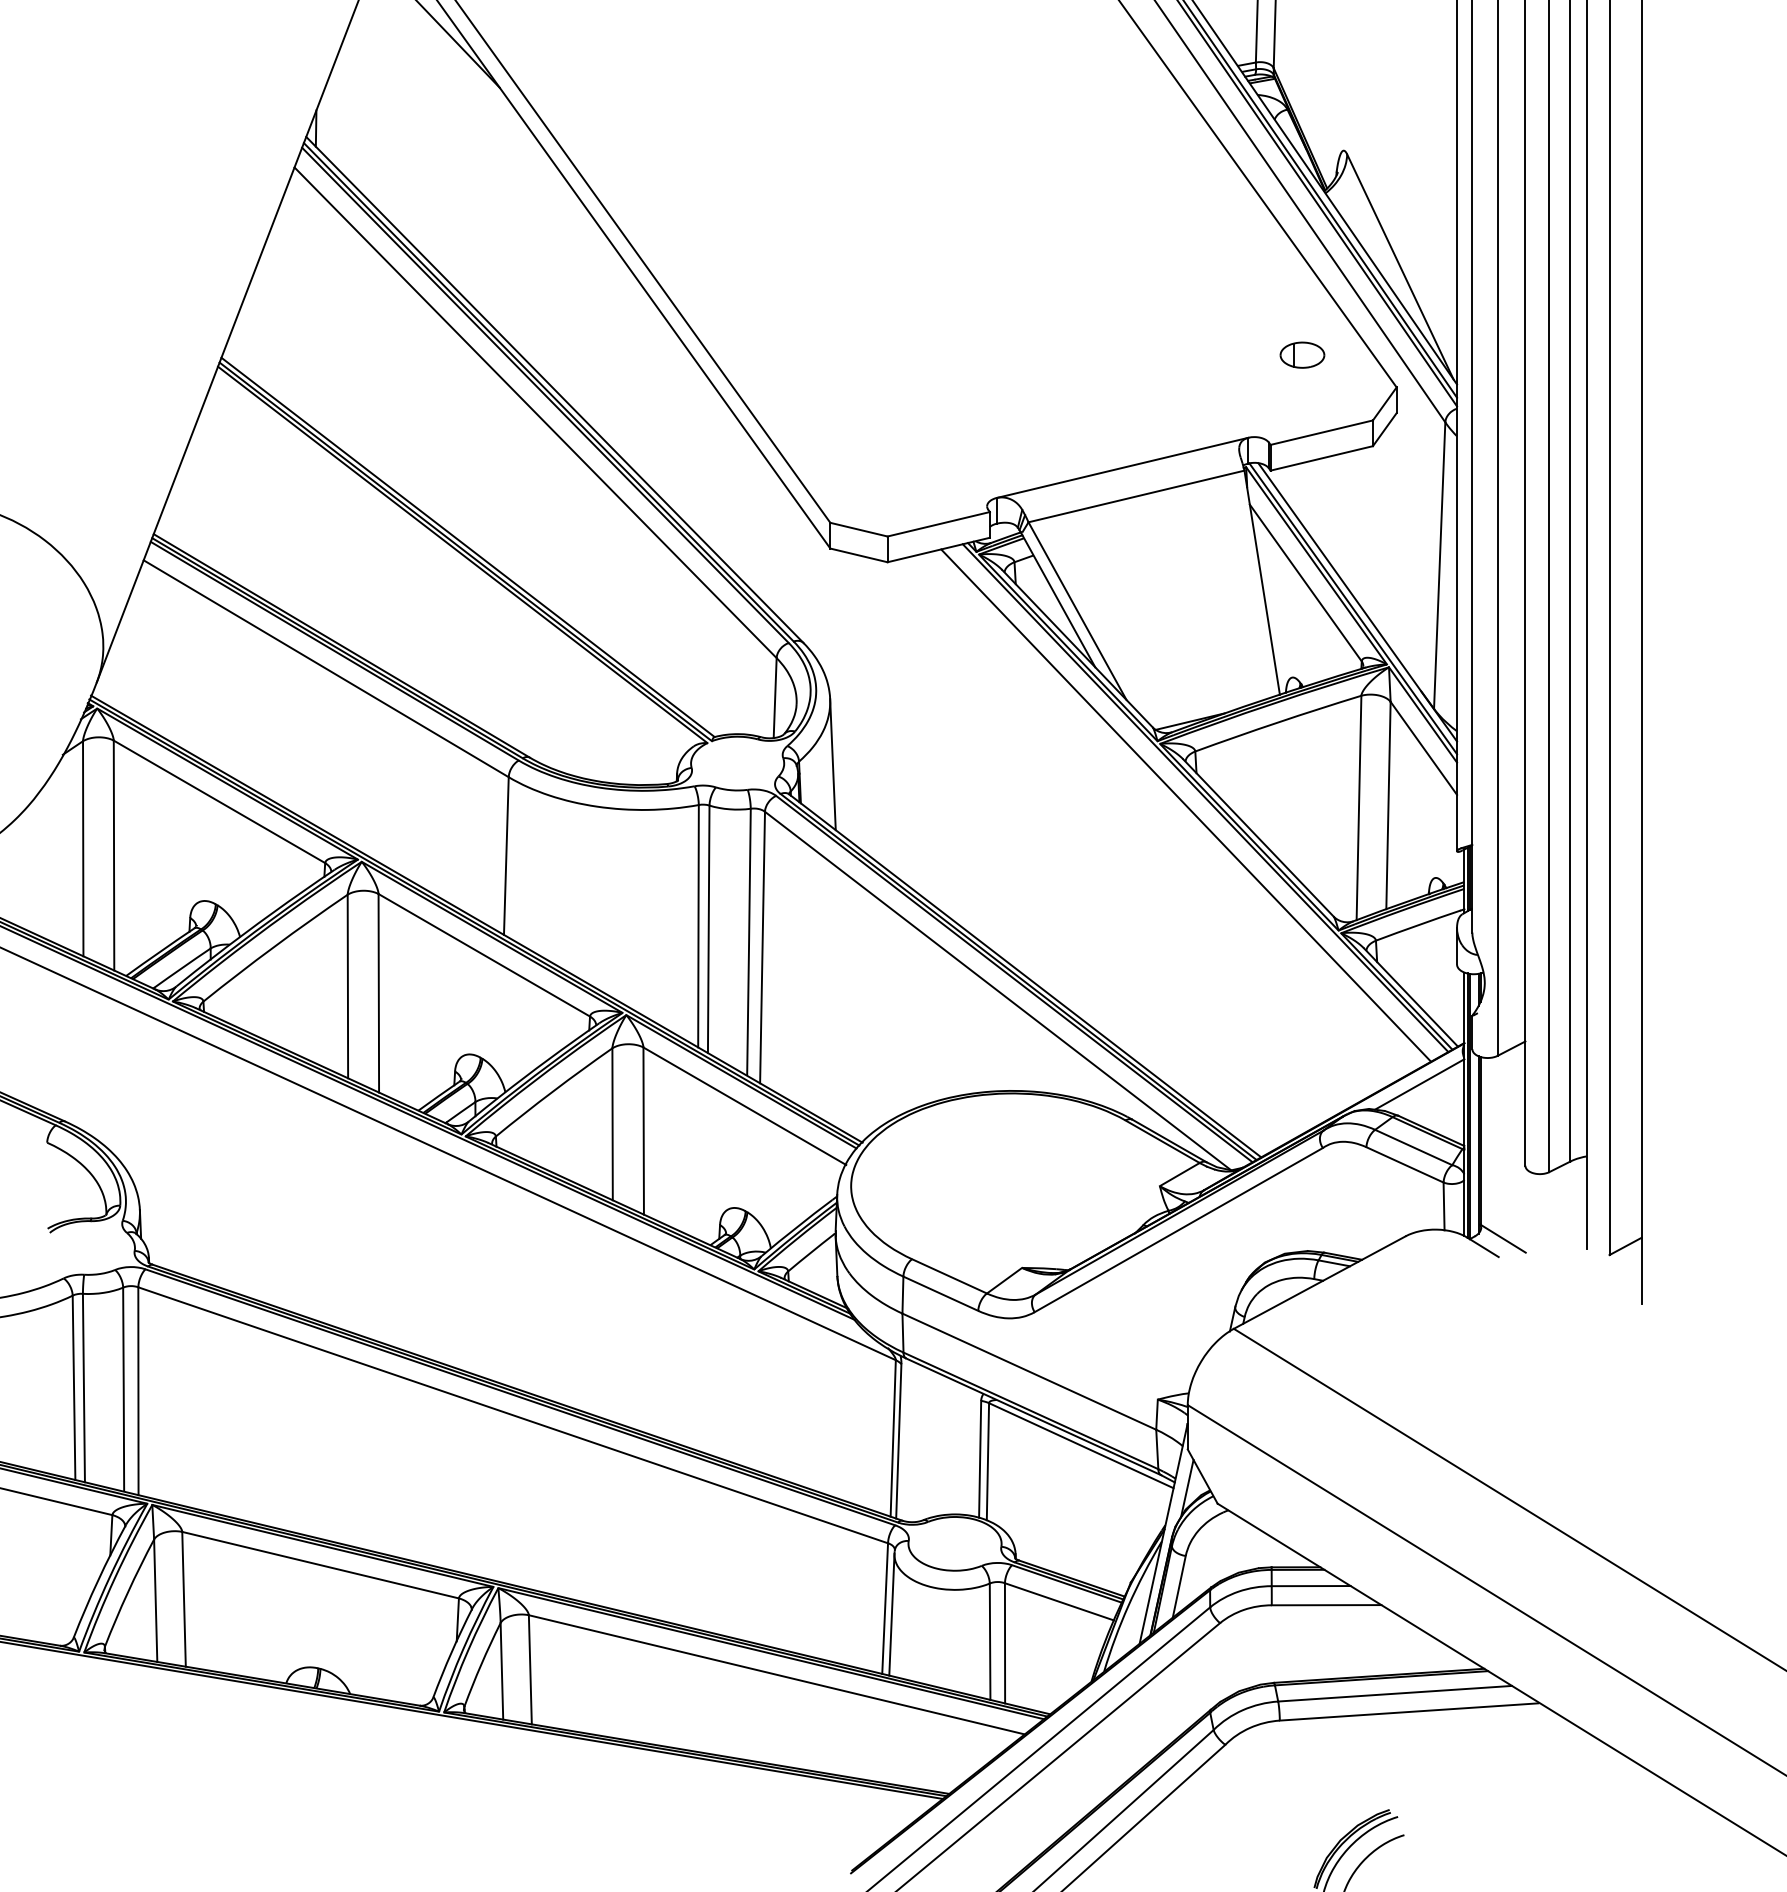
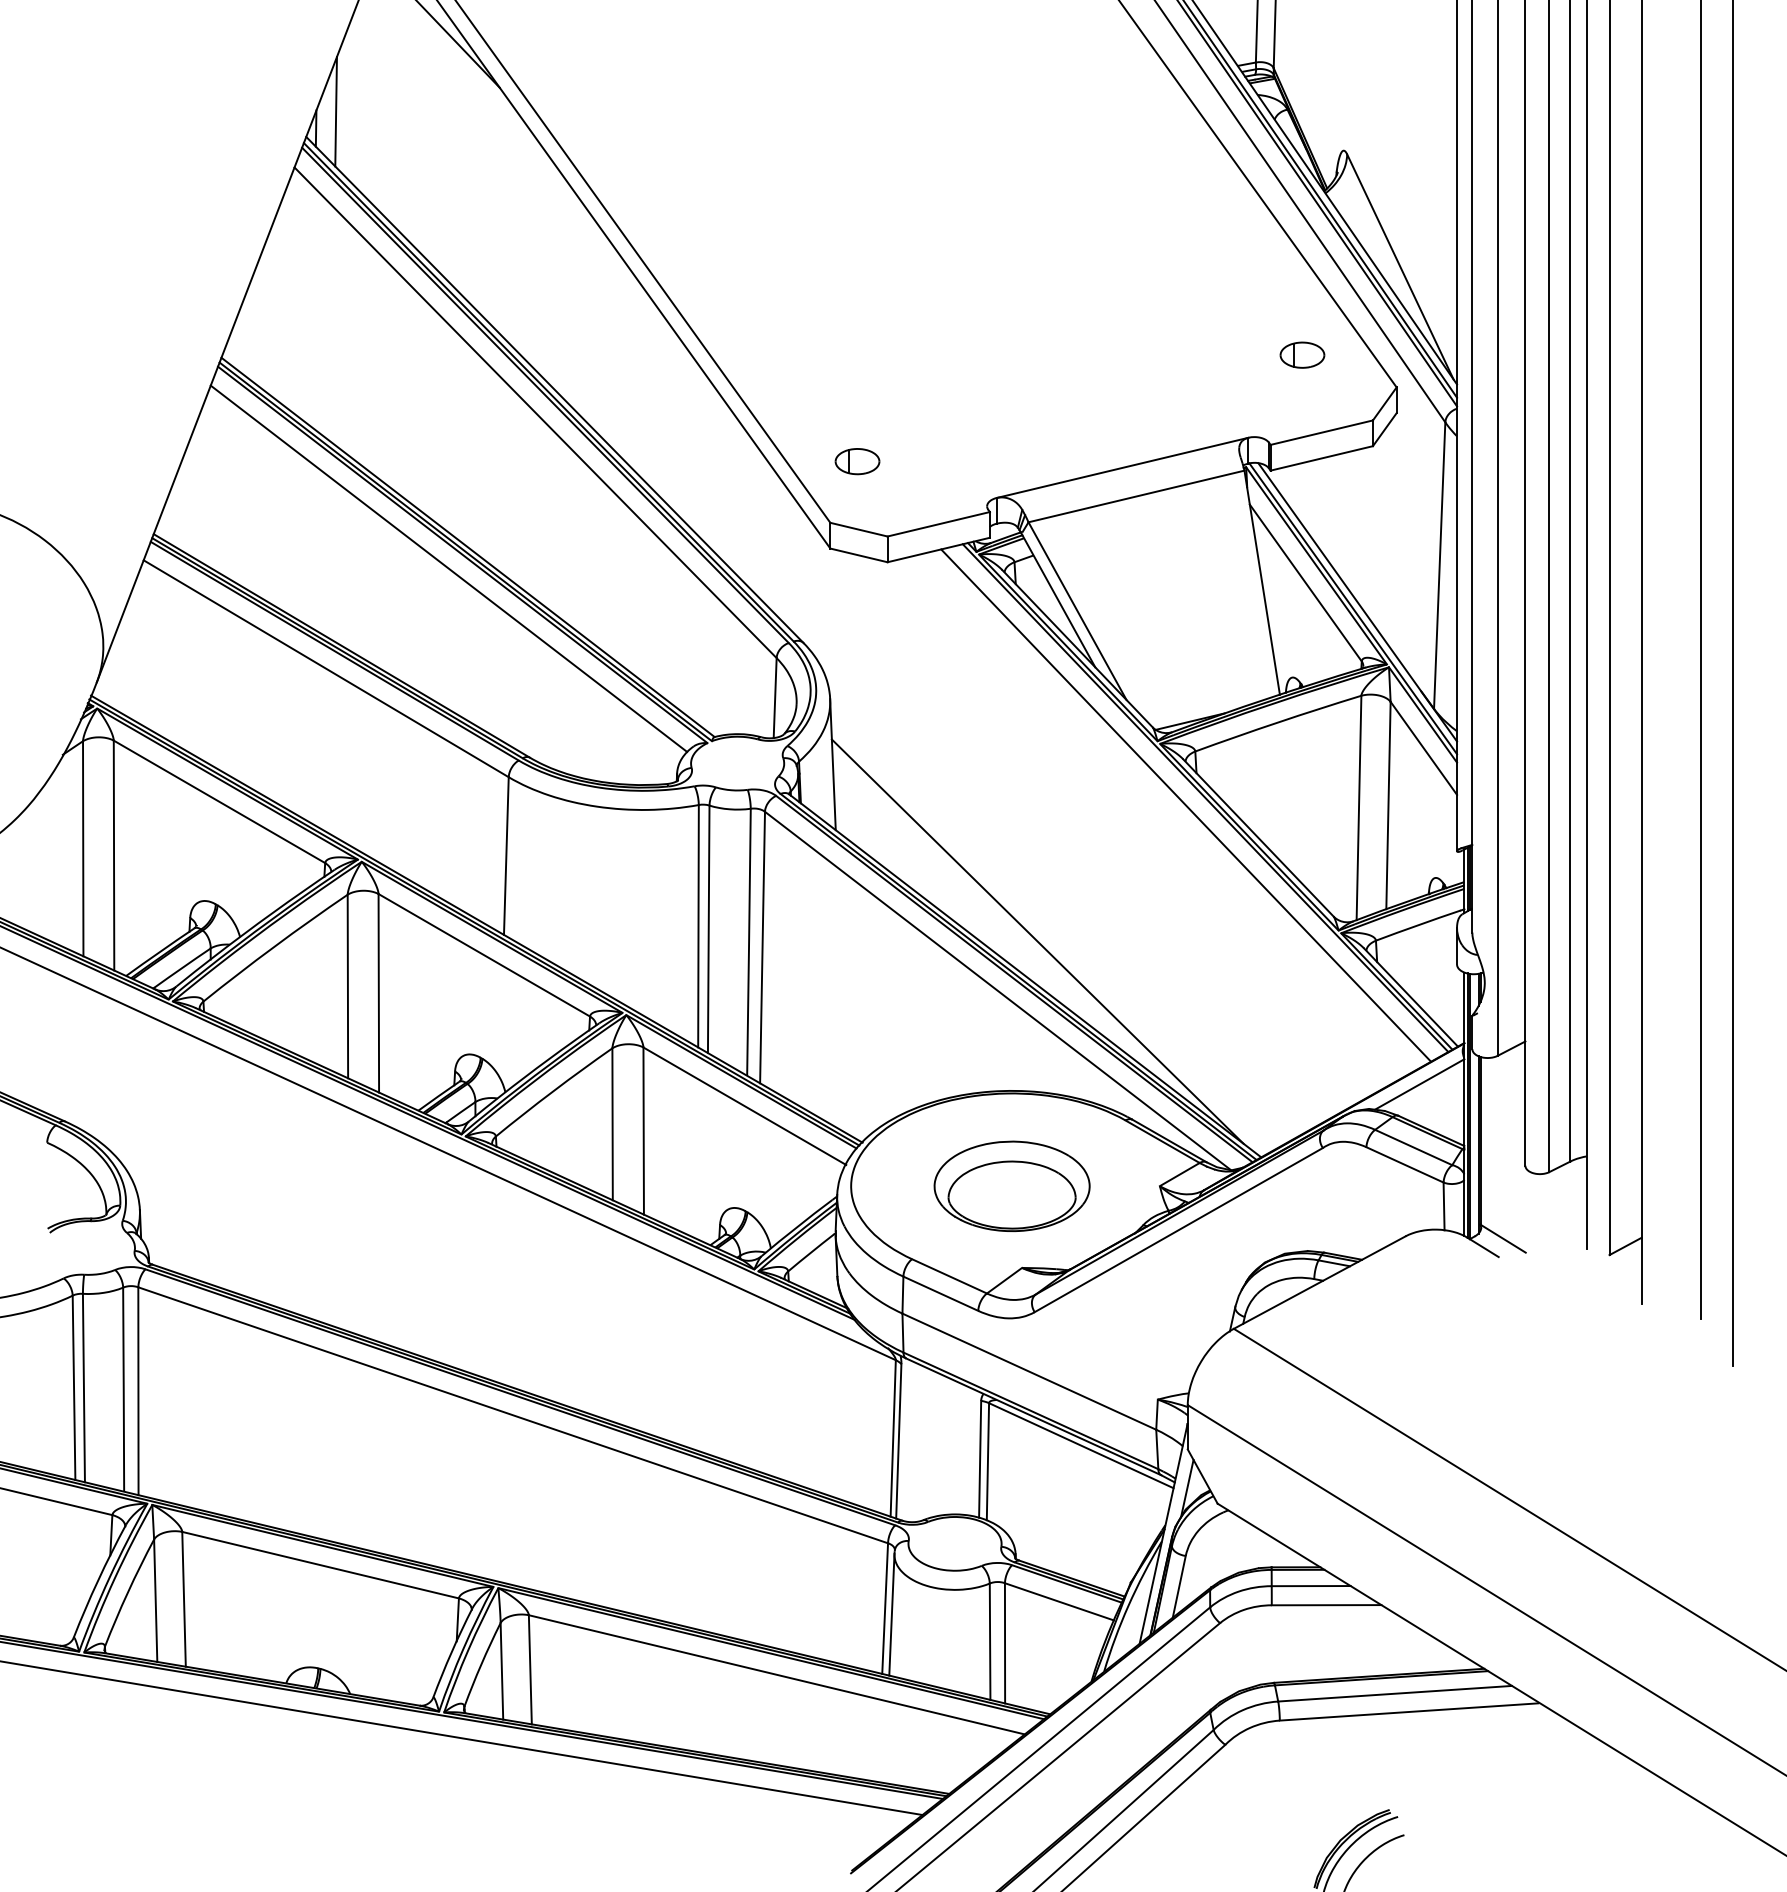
line at (335, 111): none -> present
part at (857, 461): none -> present
line at (448, 568): none -> present
line at (1700, 660): none -> present
line at (1733, 683): none -> present
line at (1037, 941): none -> present
part at (1011, 1185): none -> present
line at (462, 1738): none -> present
